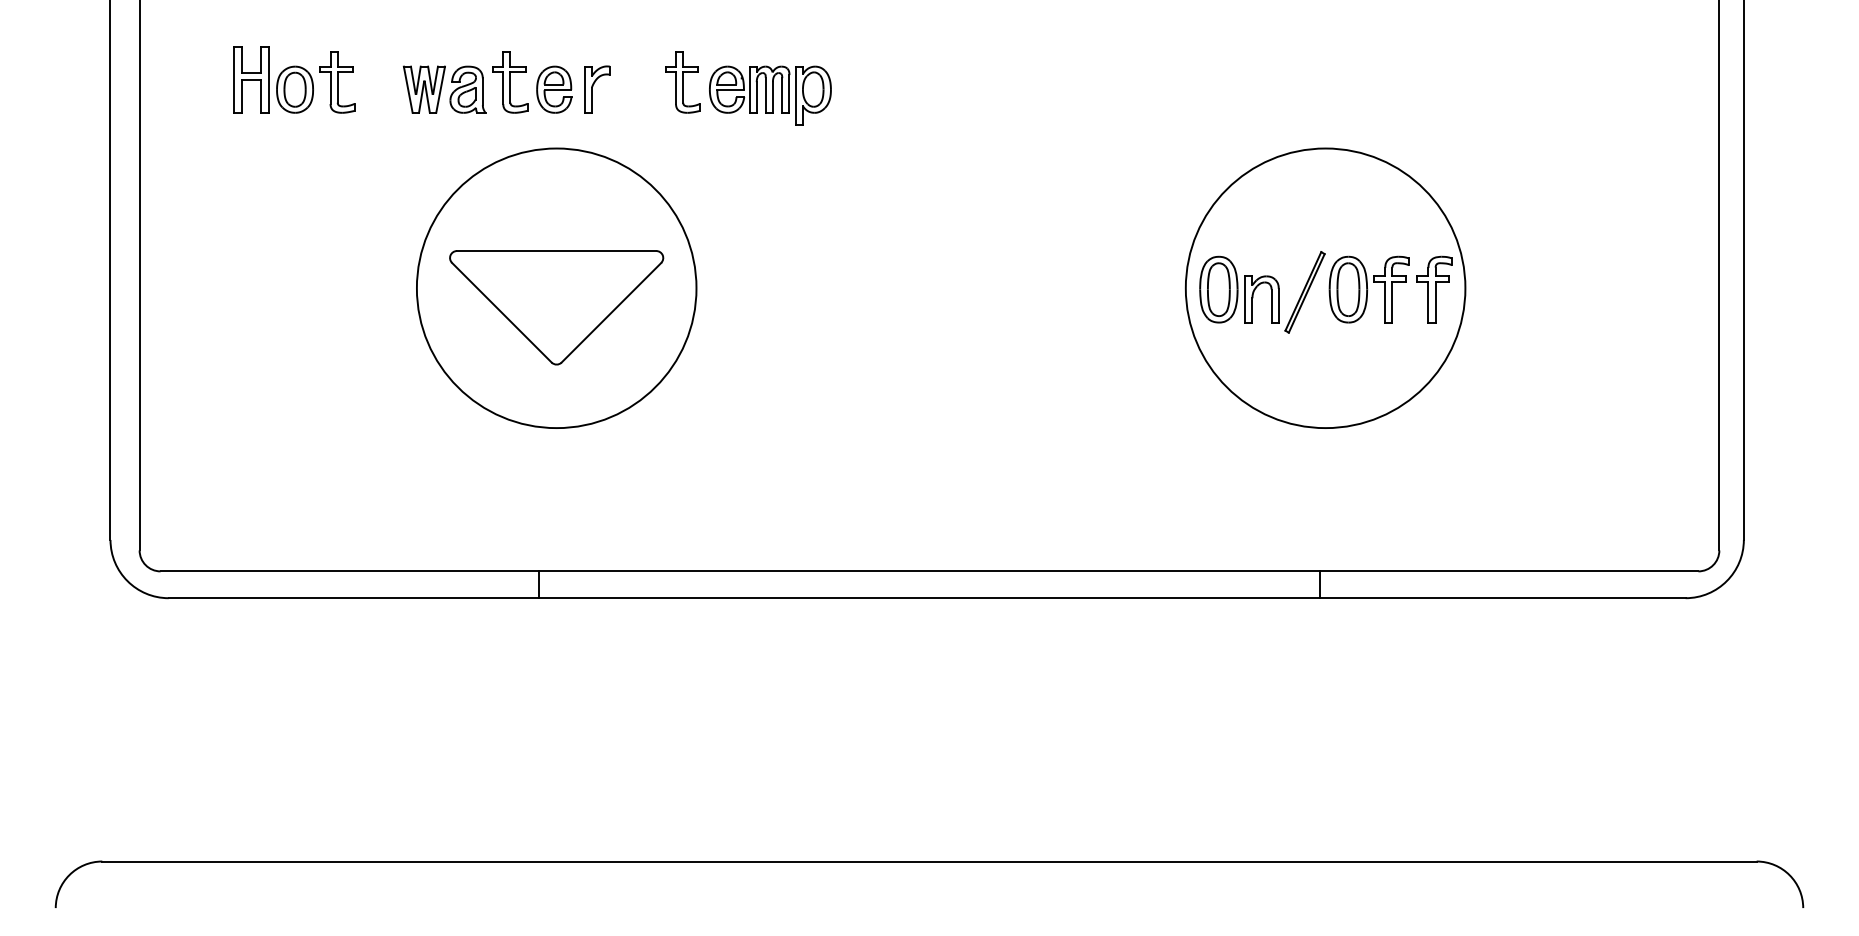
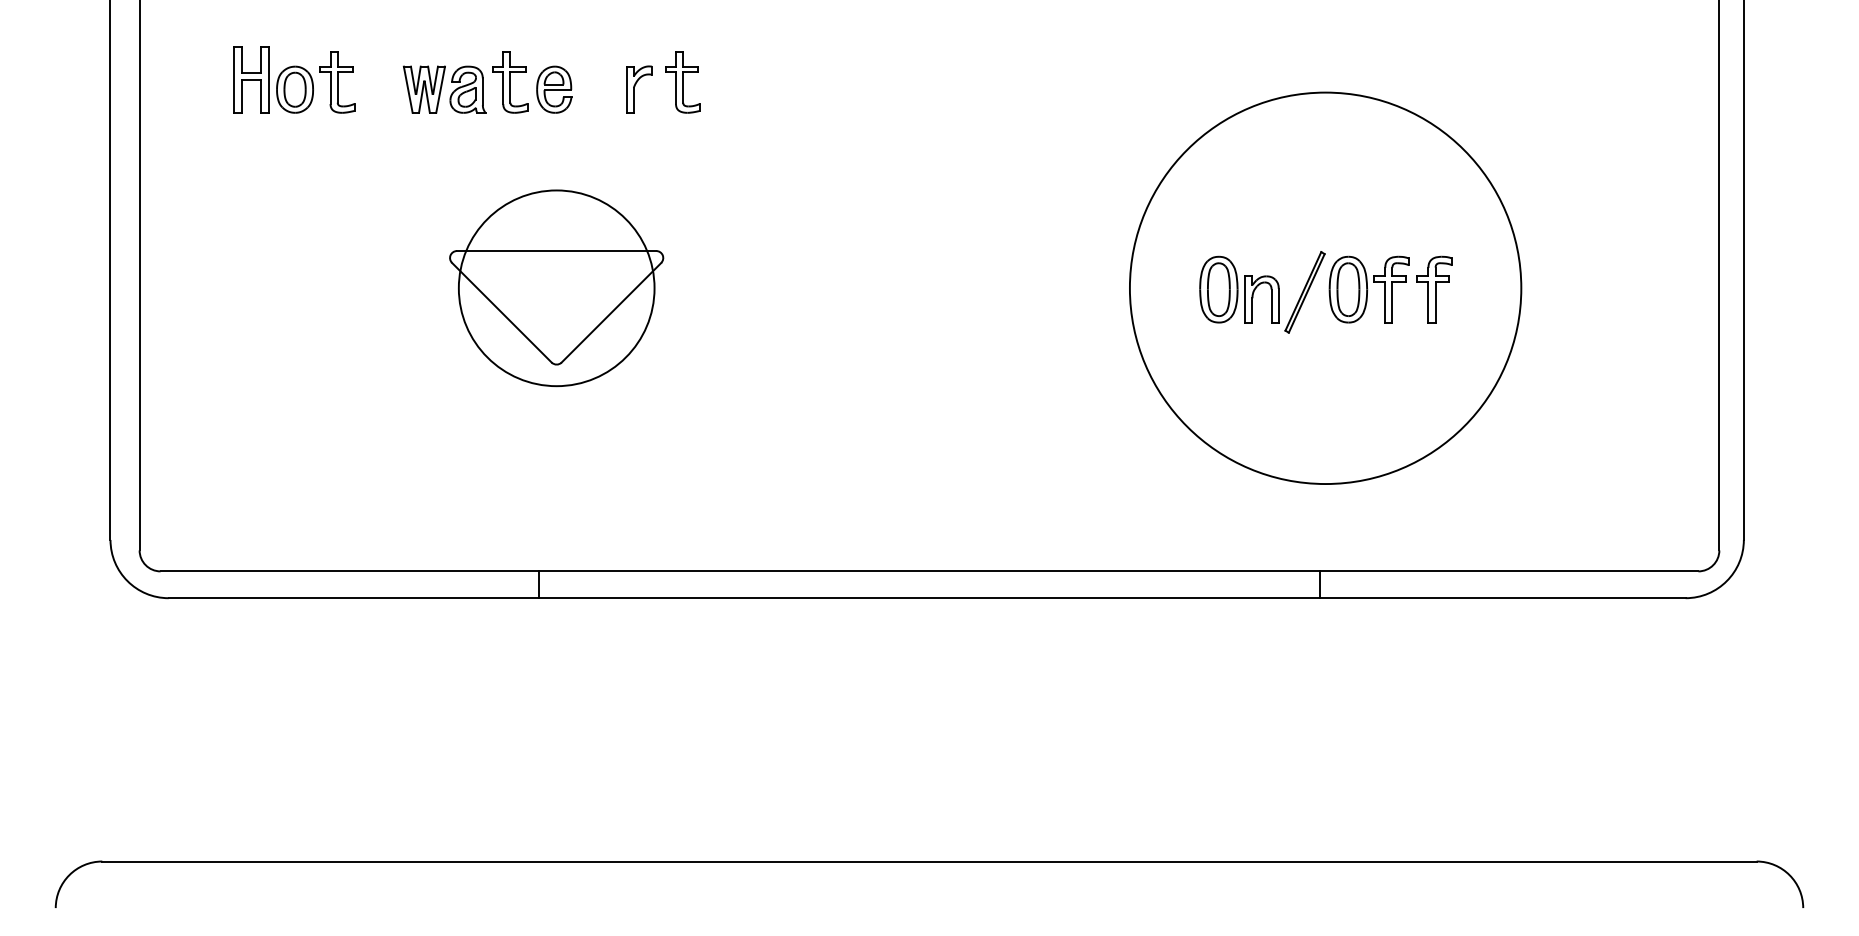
part at (597, 89) position: (597, 89) -> (639, 89)
part at (770, 95): present -> none
circle at (556, 288) diameter: 280 px -> 196 px
circle at (1325, 288) diameter: 280 px -> 391 px
